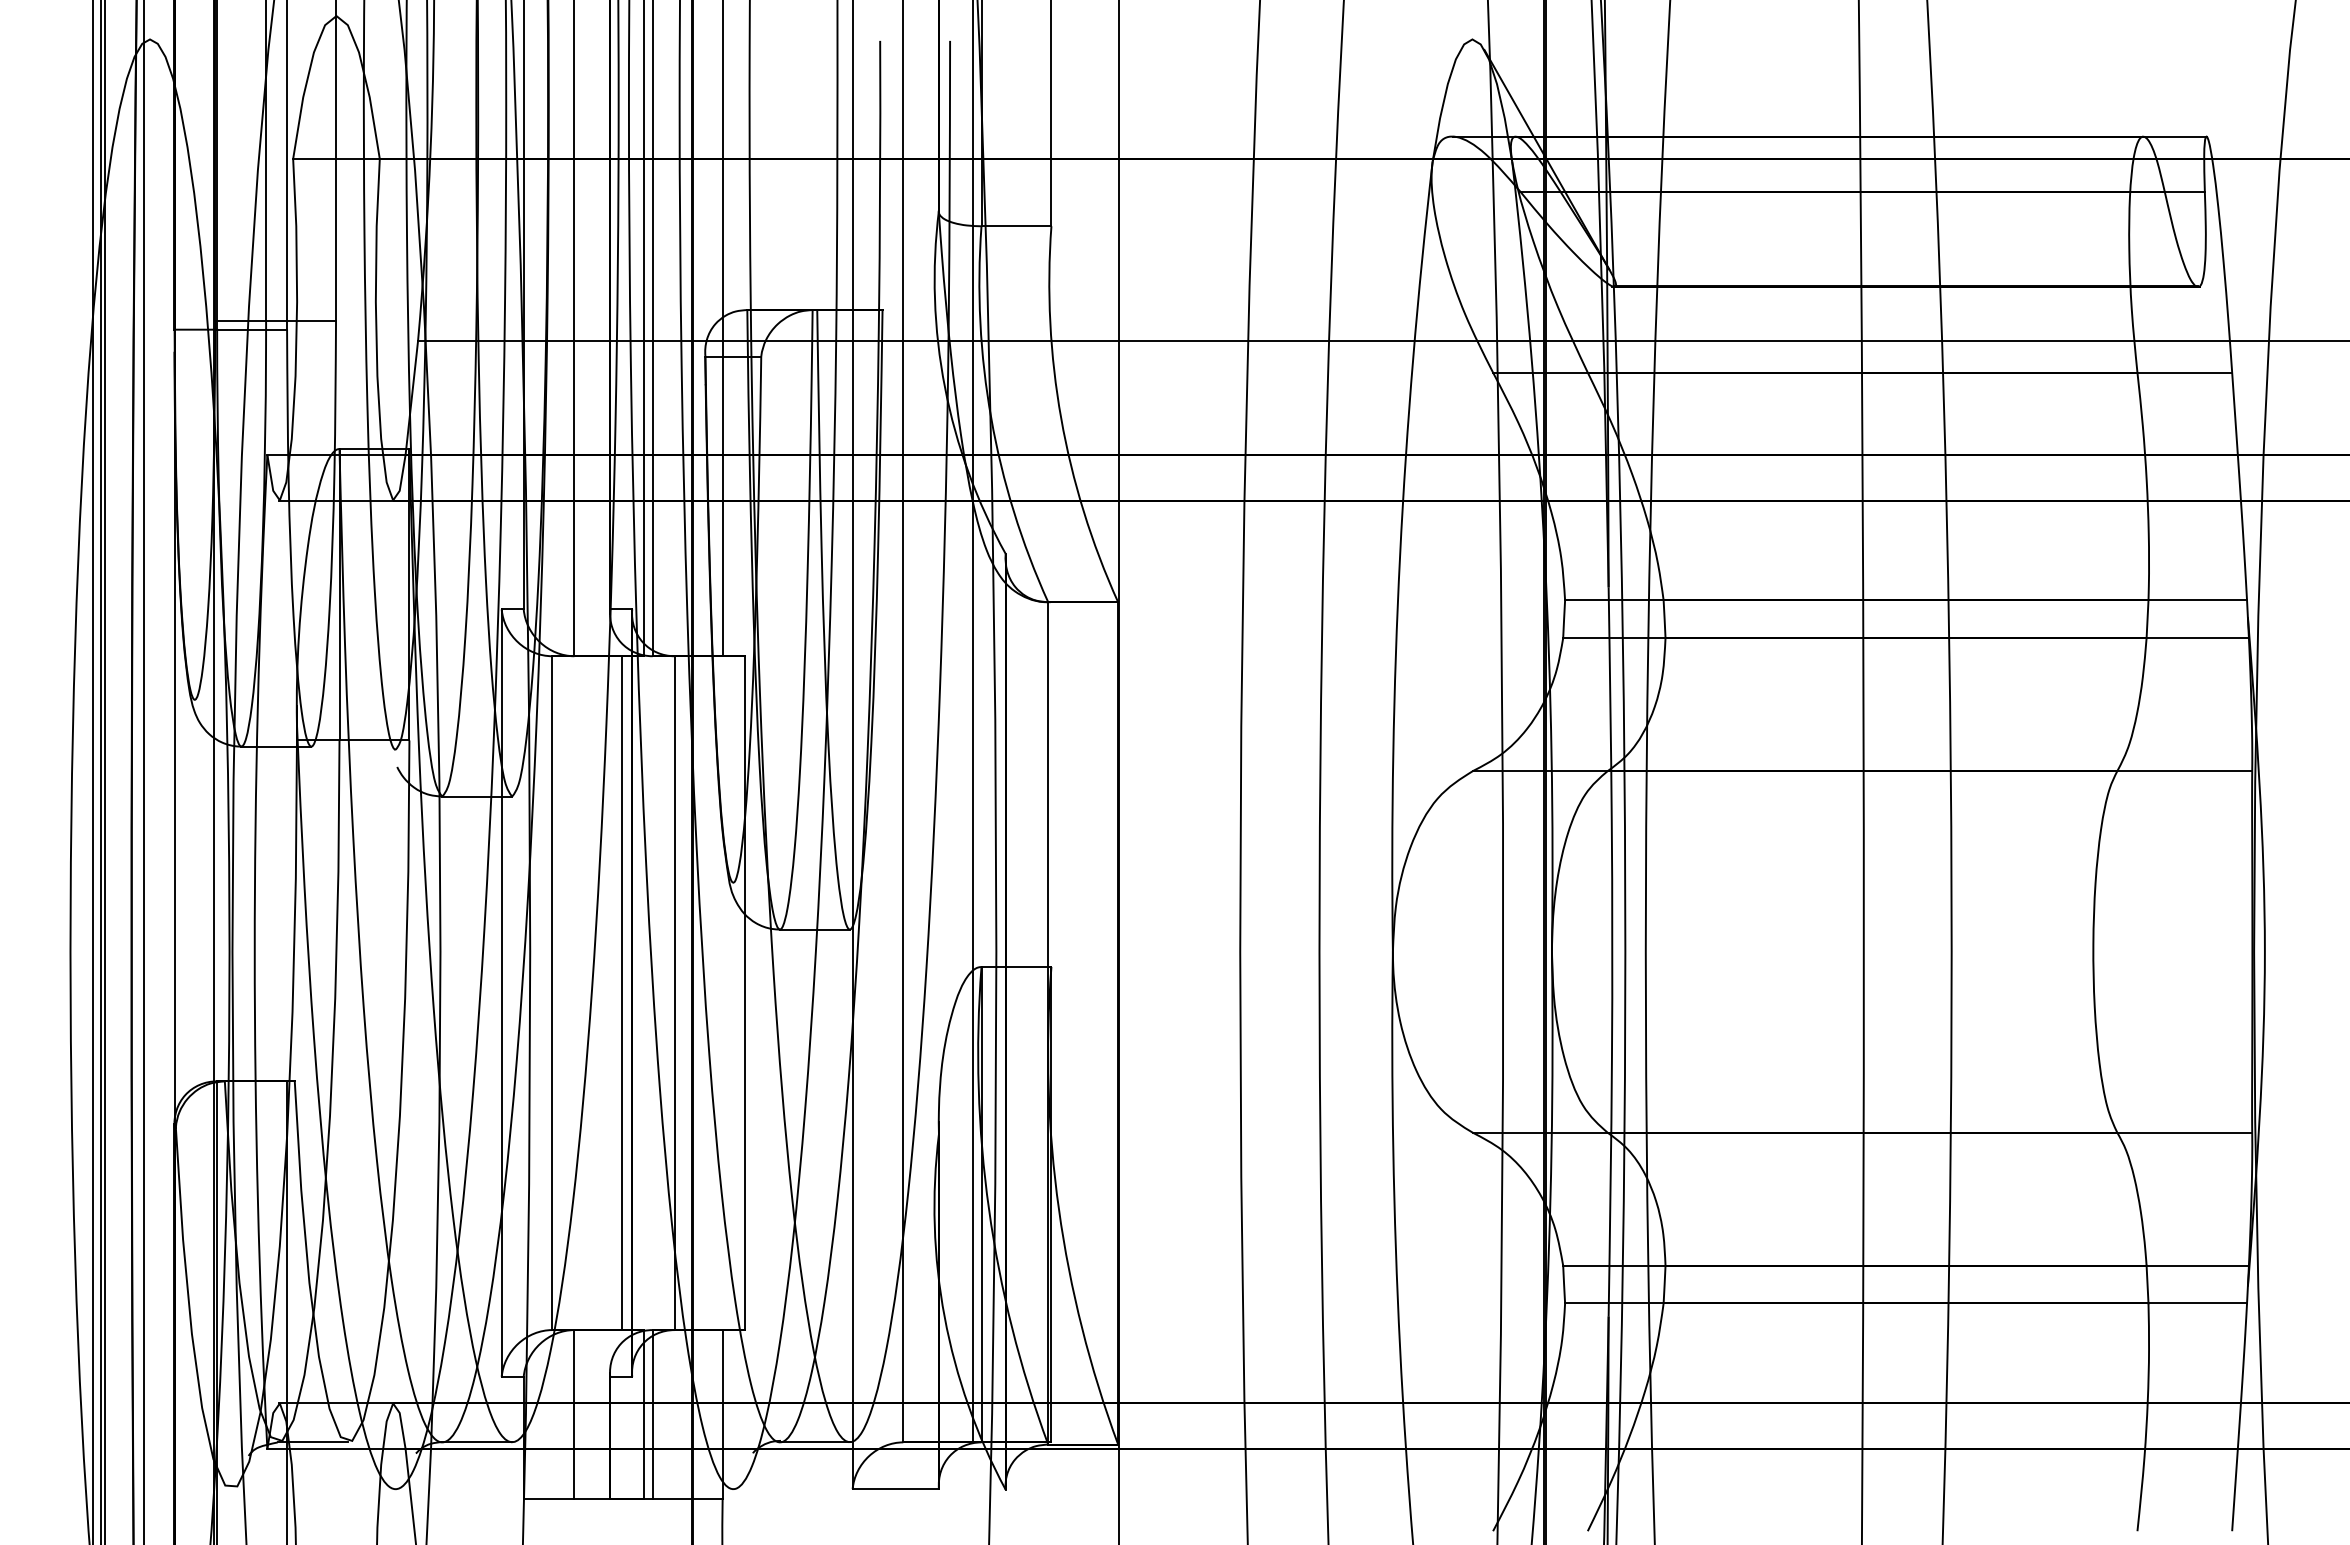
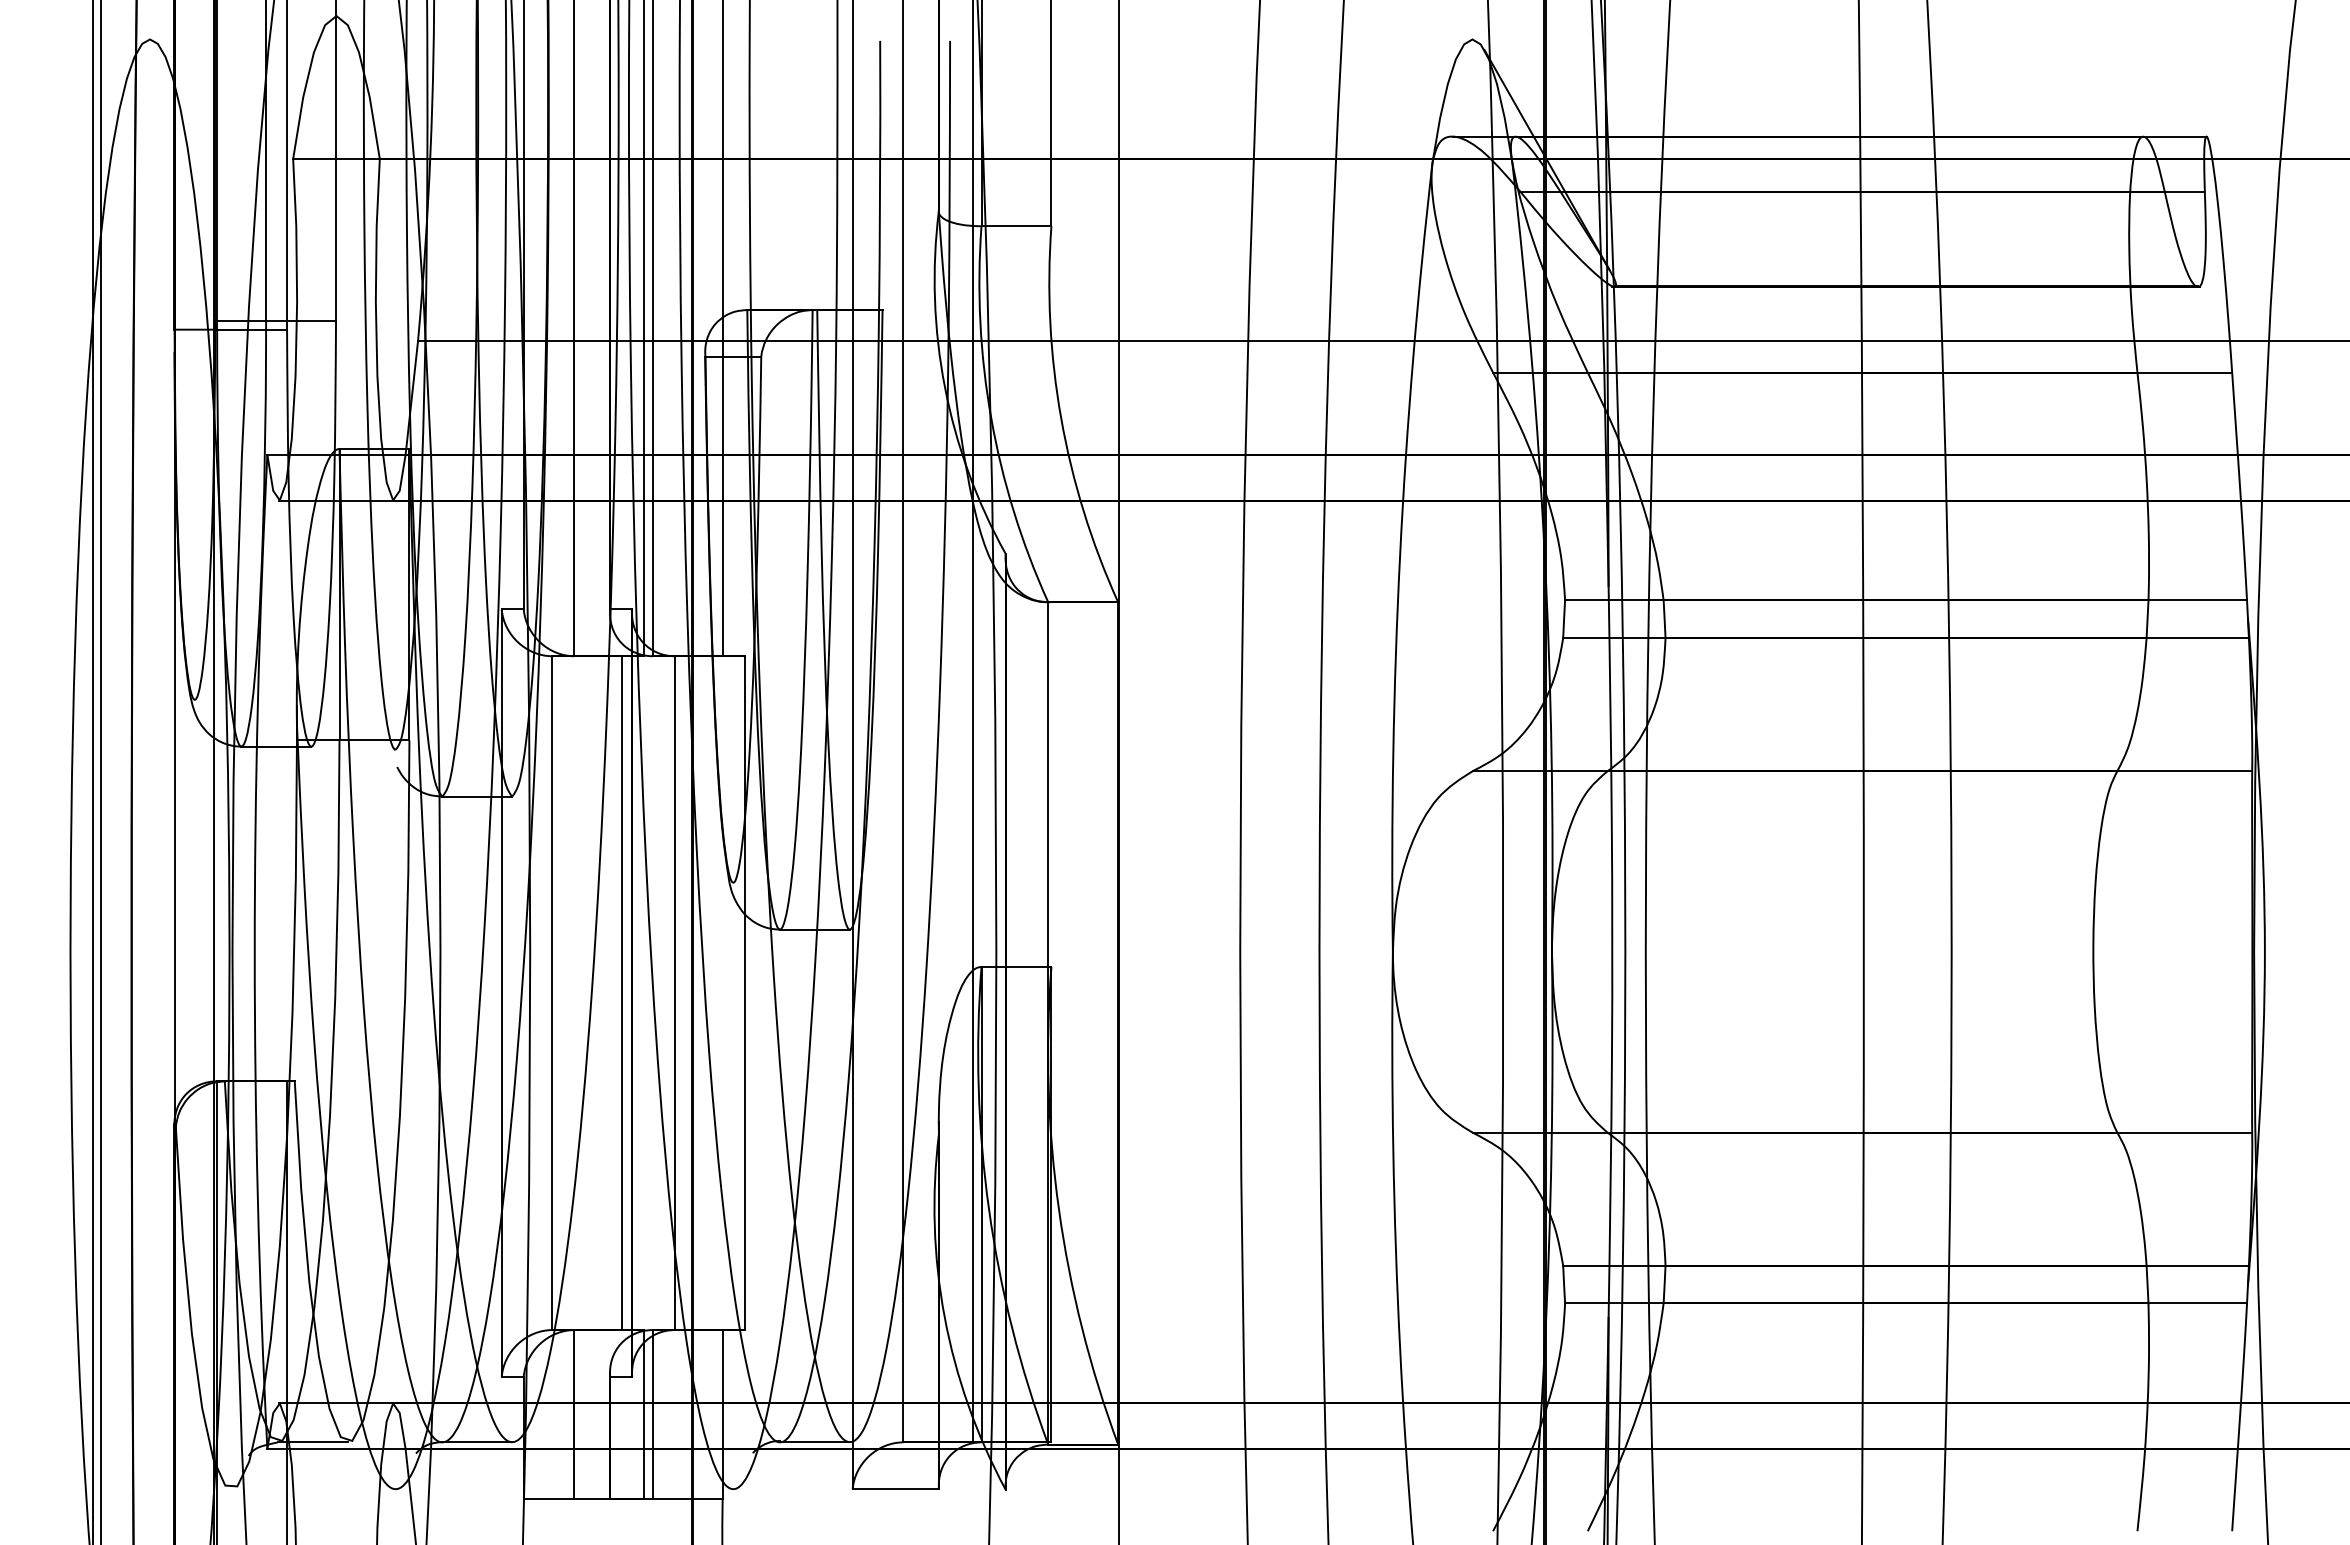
line at (104, 771): present -> none
line at (143, 771): present -> none
